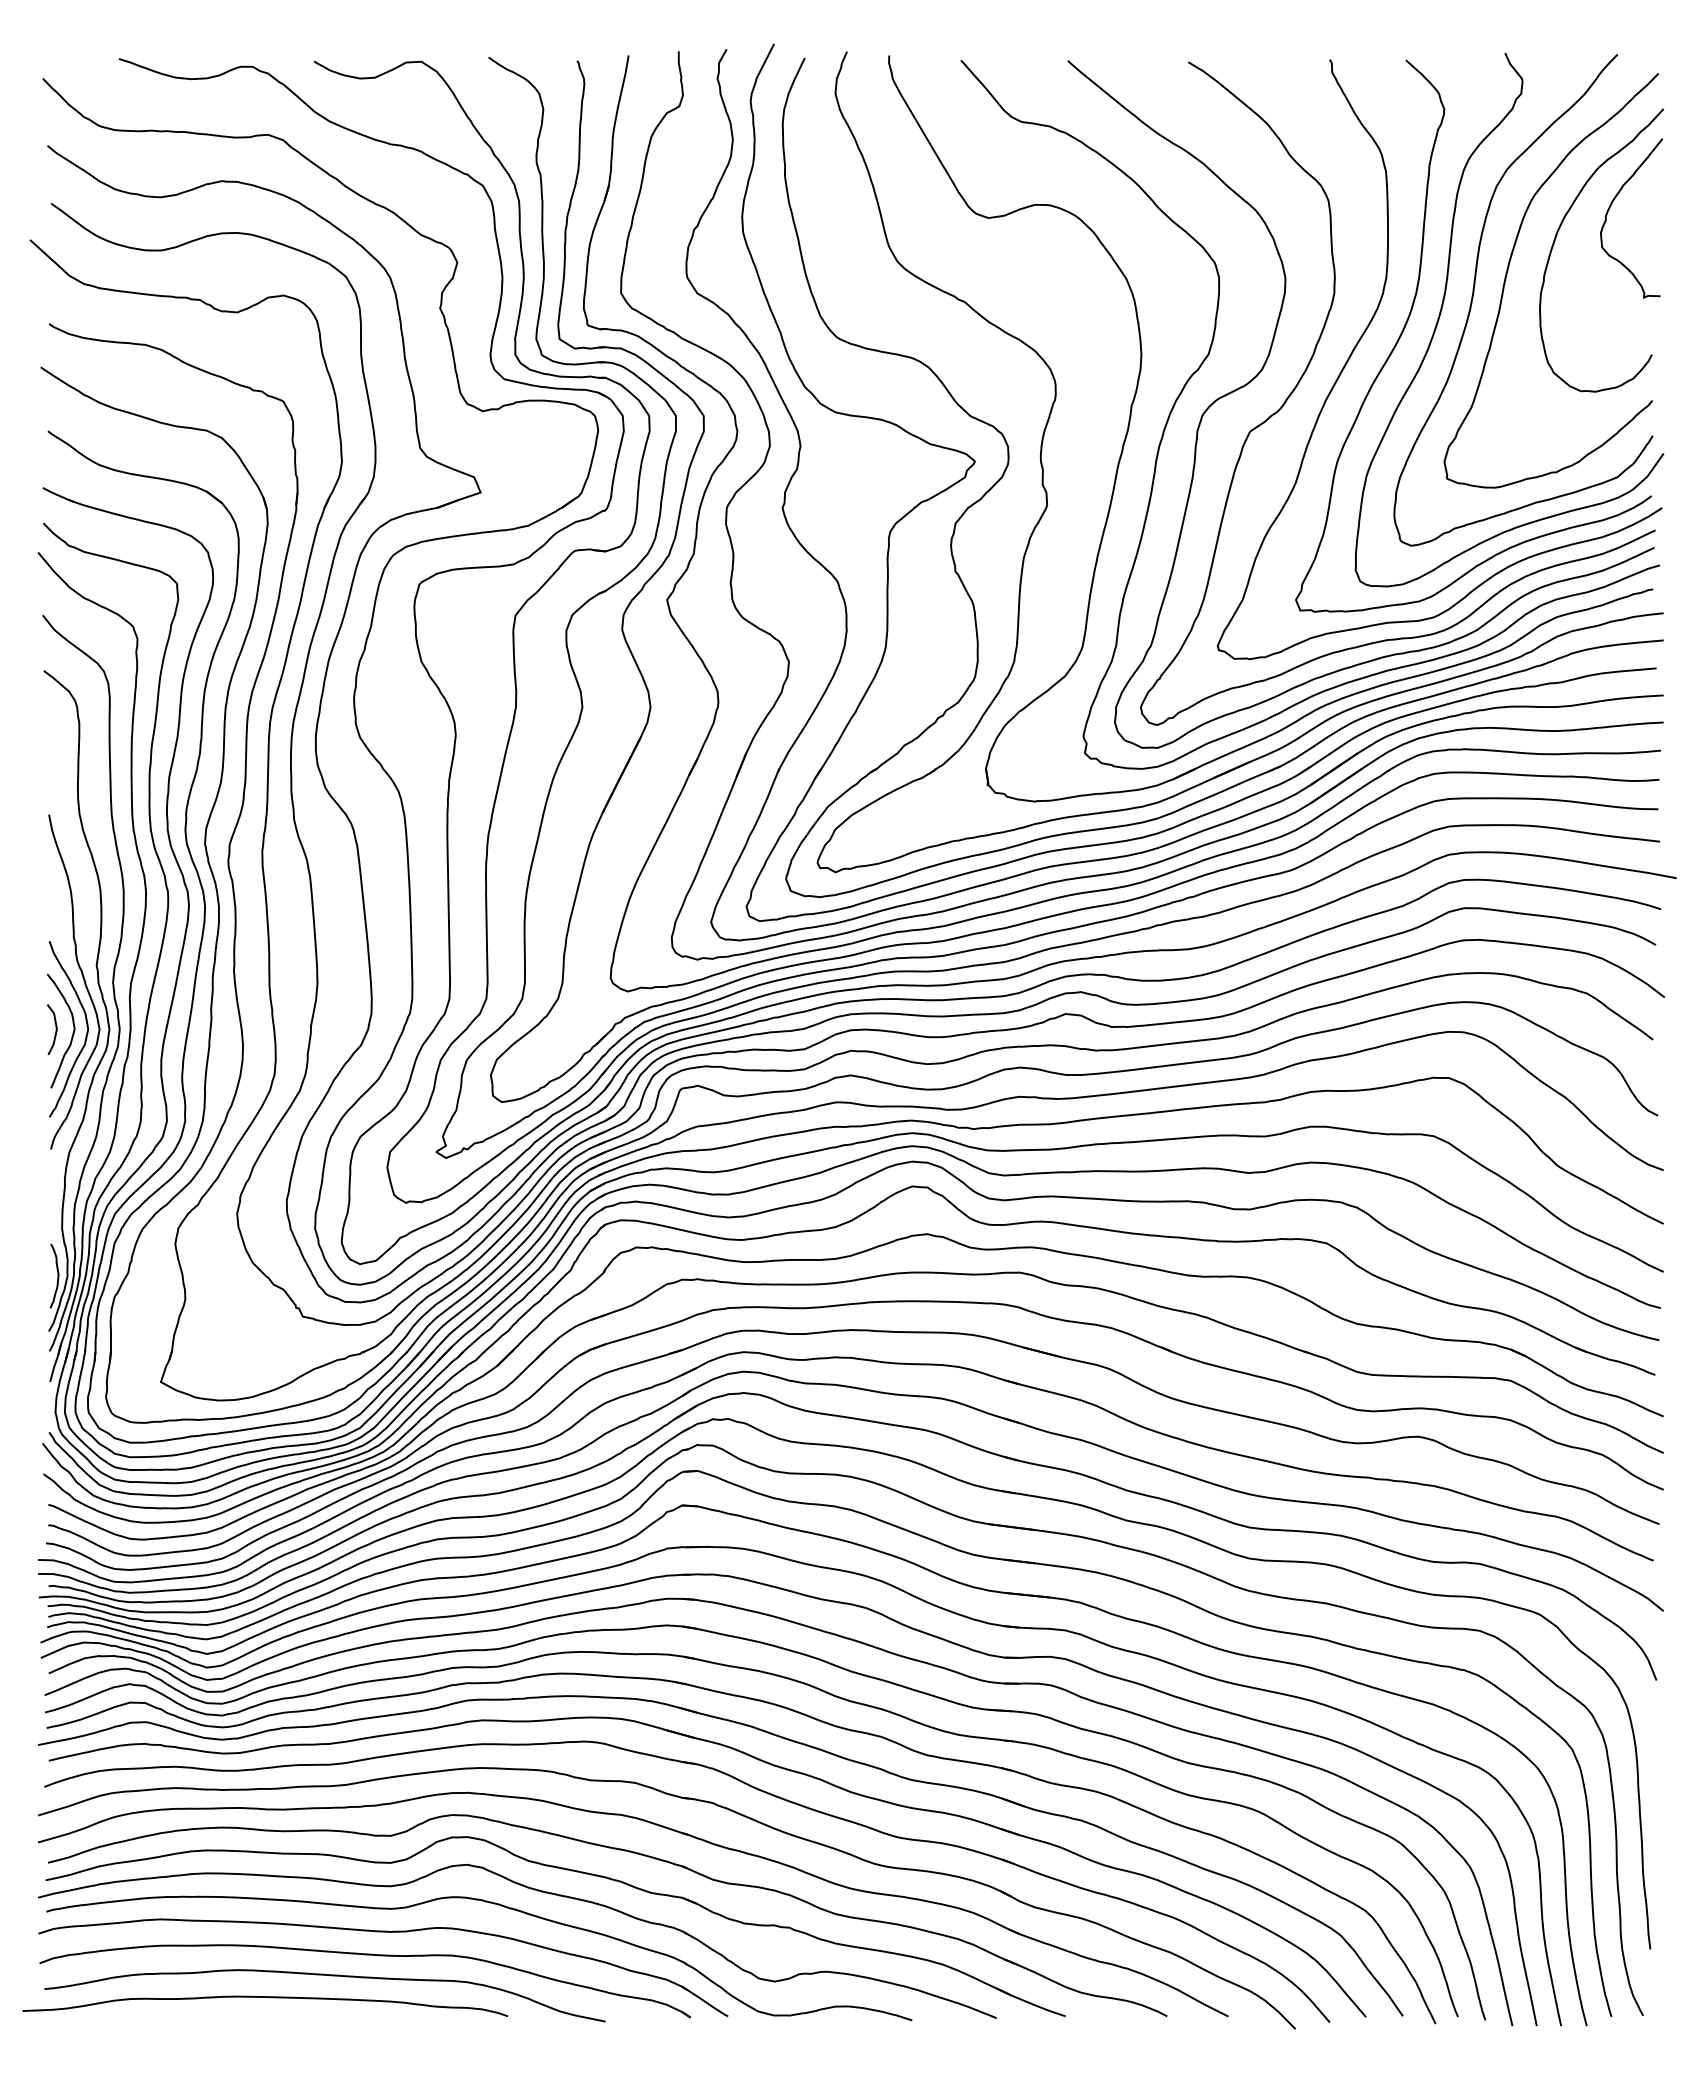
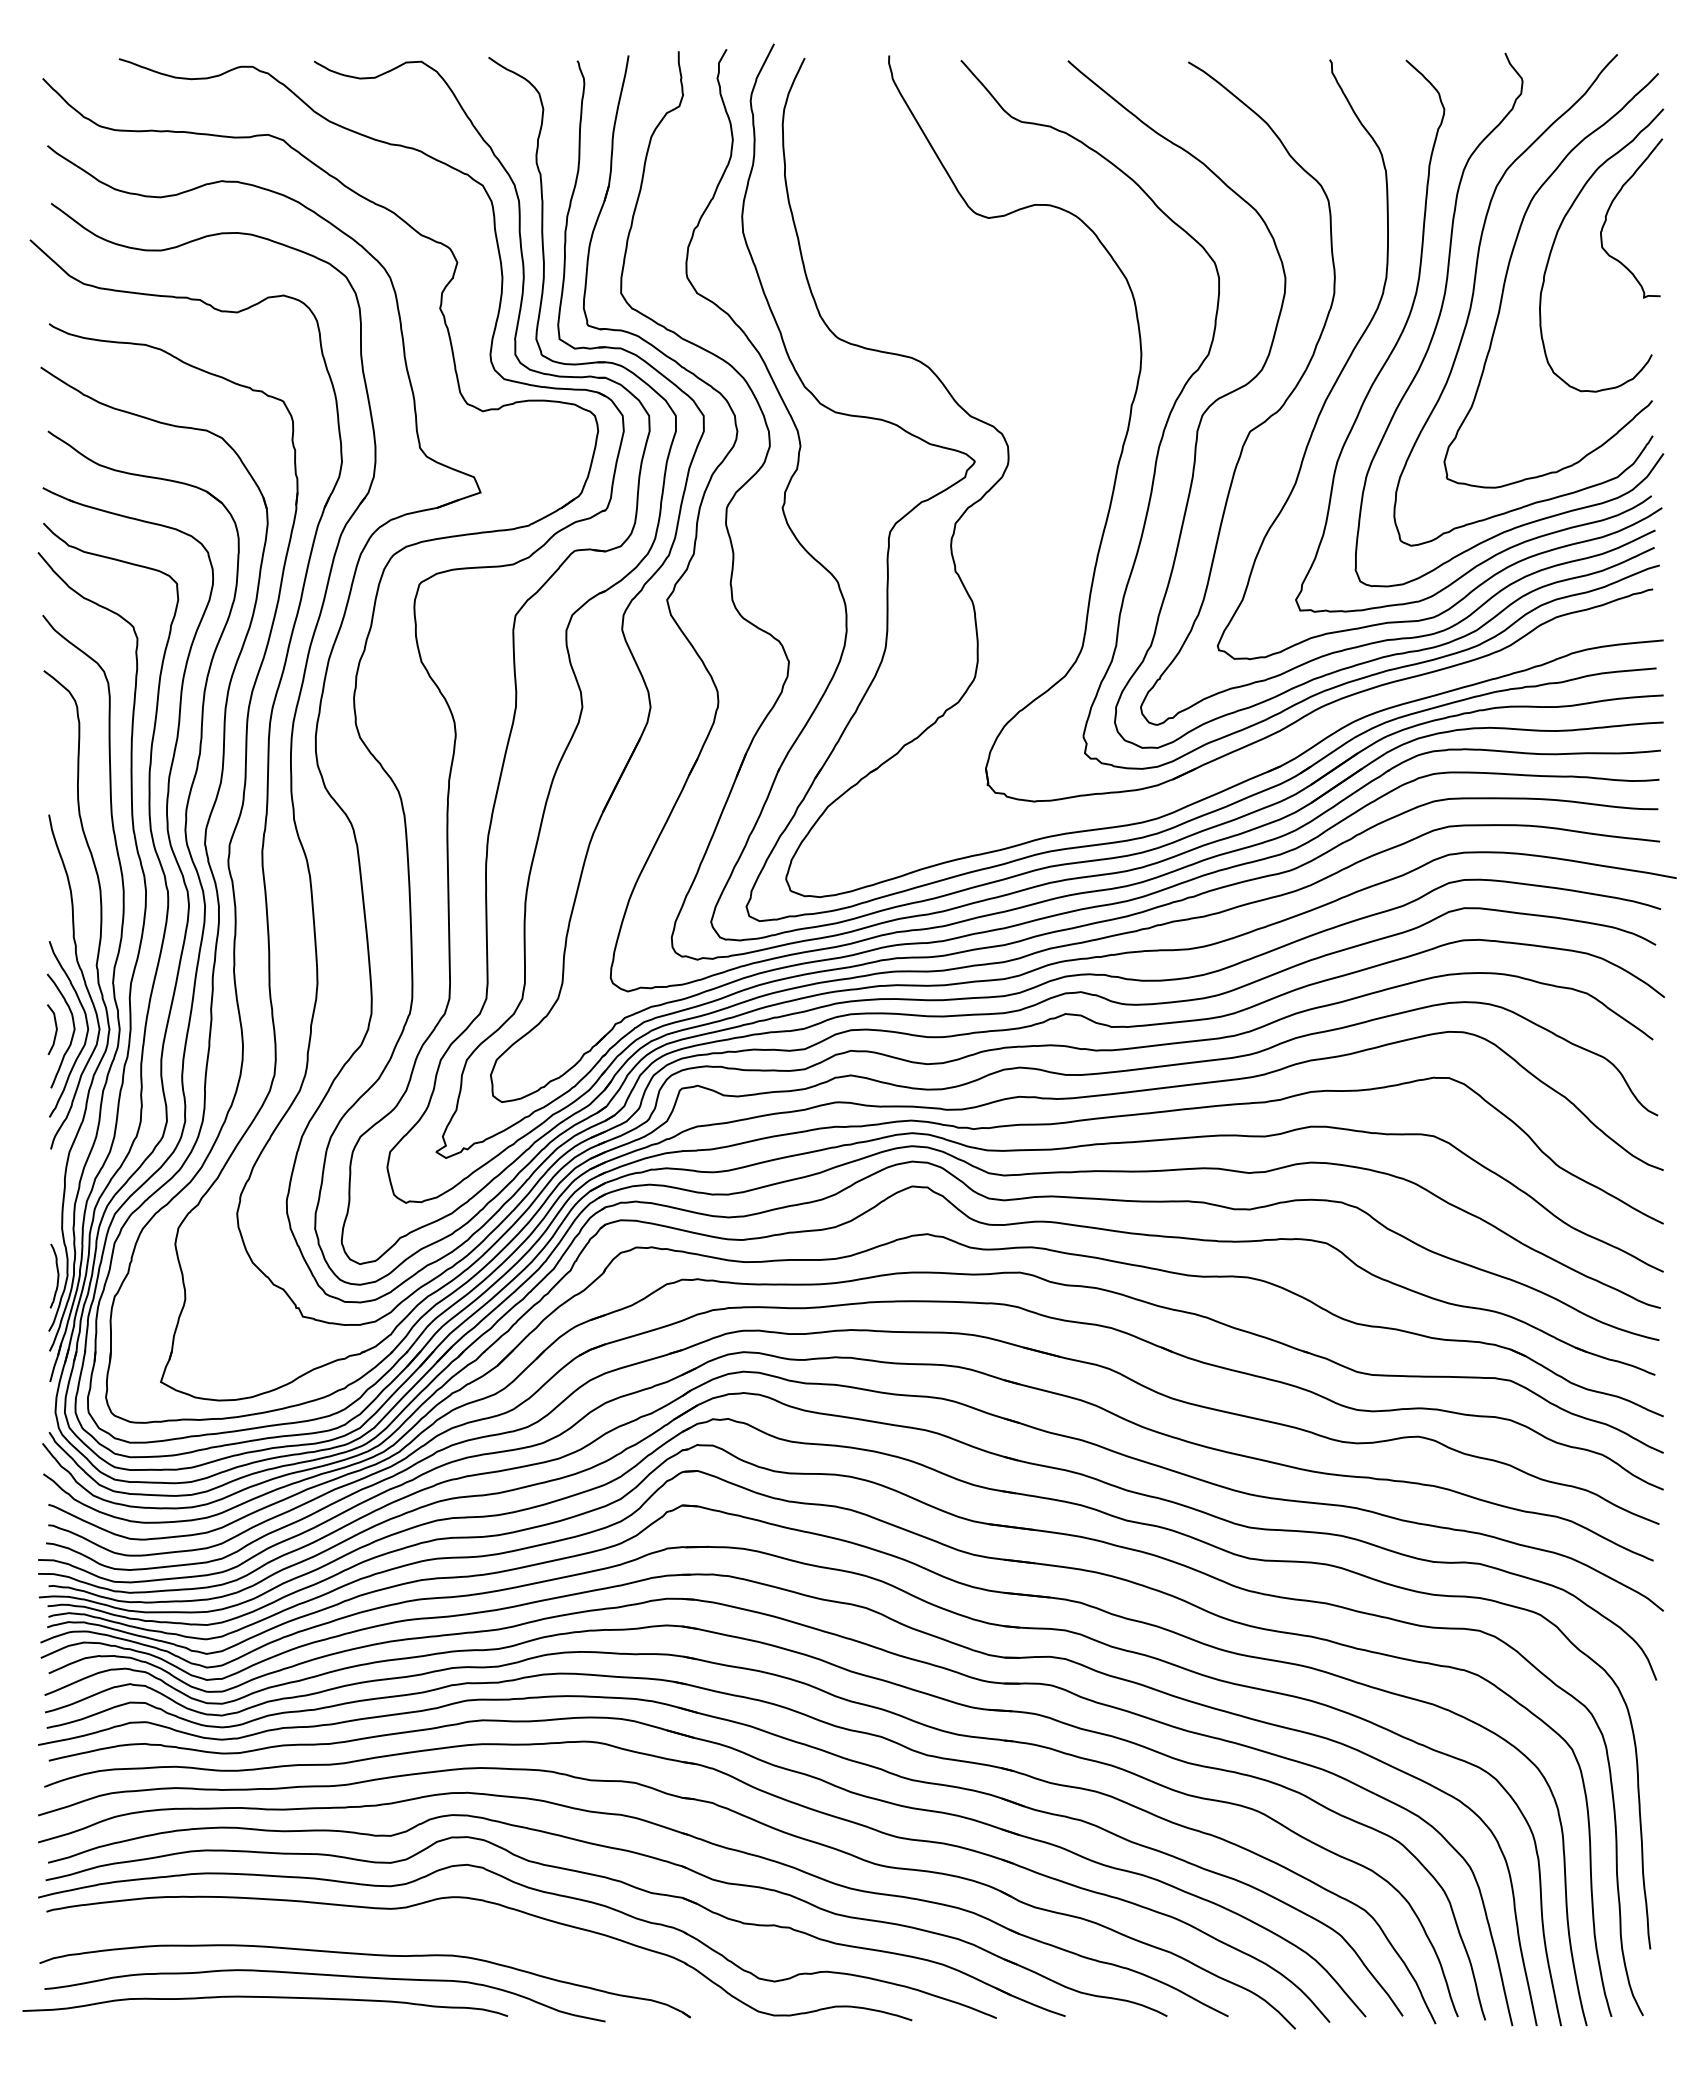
part at (1055, 401): present -> none
part at (383, 1932): present -> none
